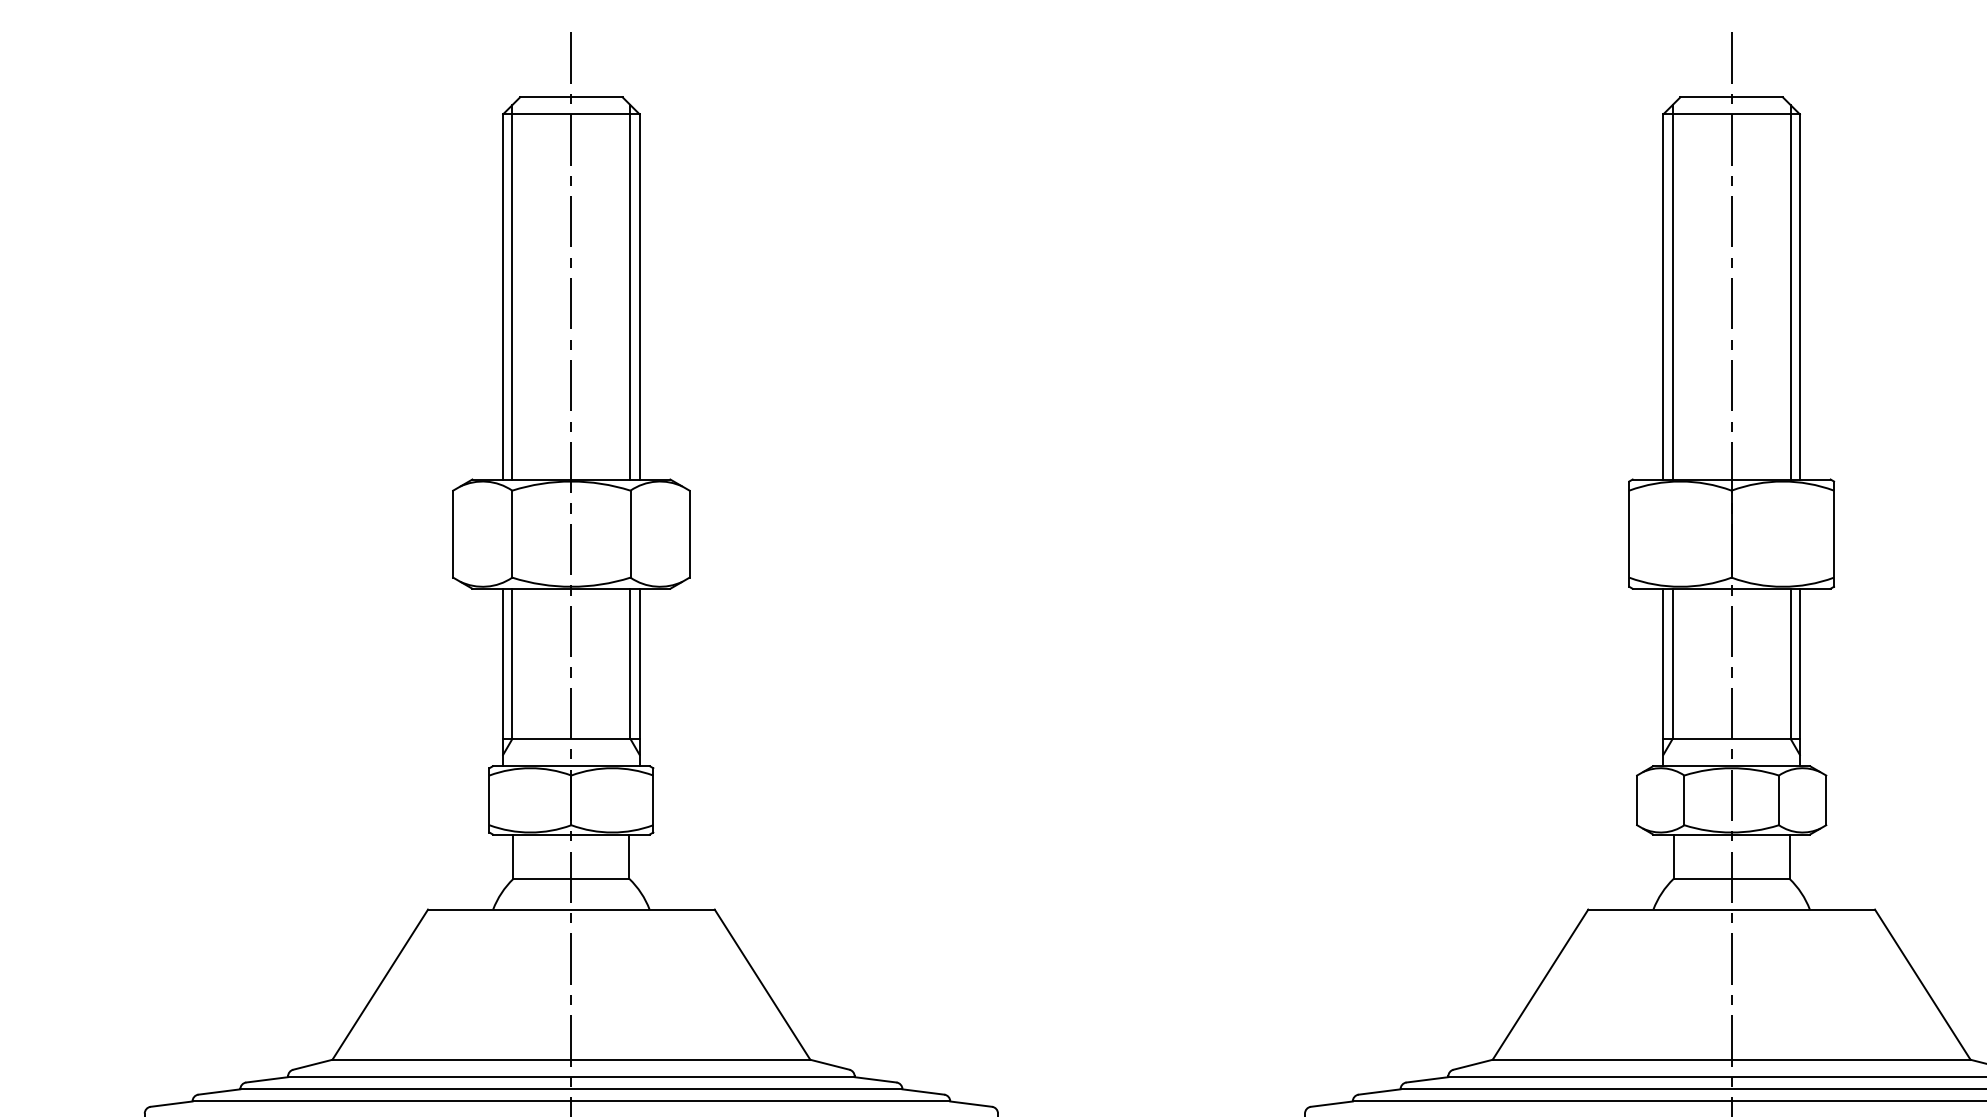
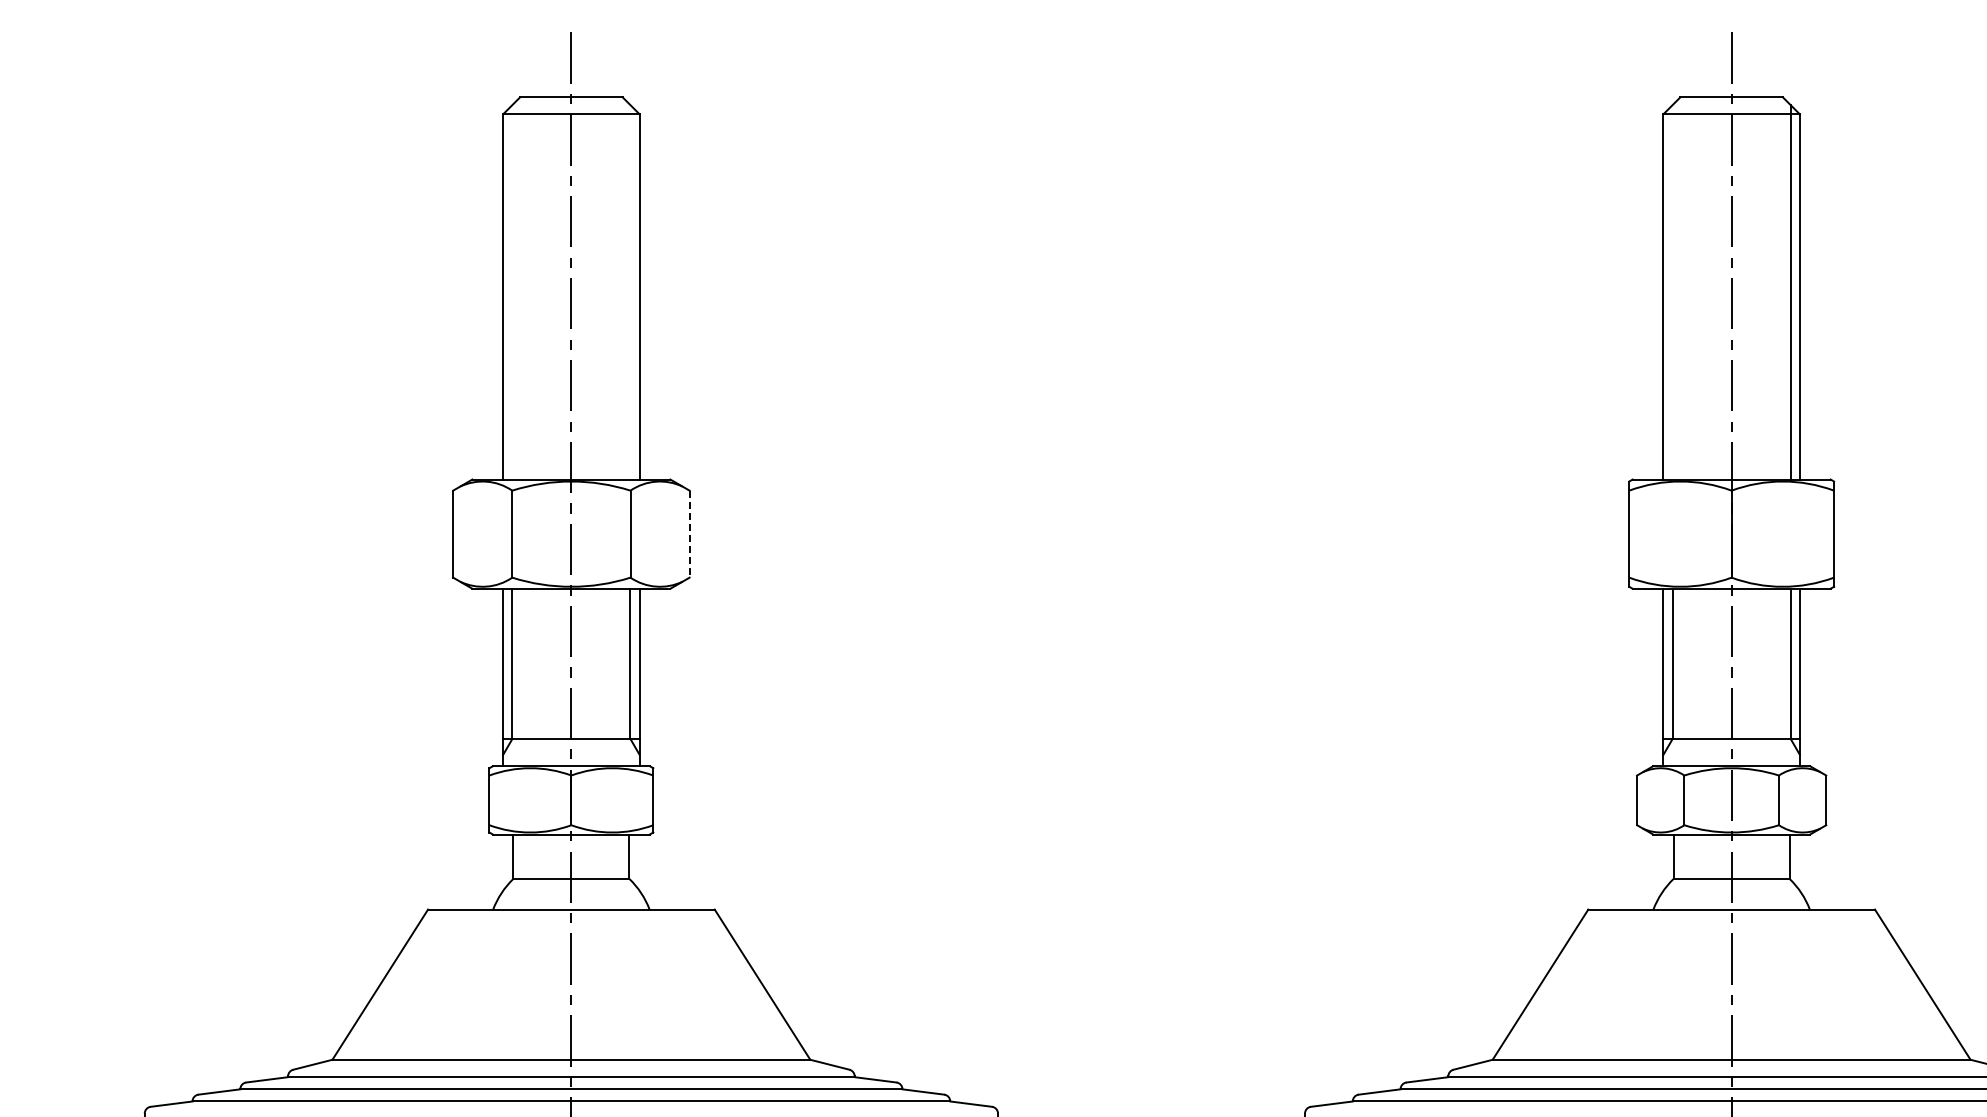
line at (512, 292): present -> none
line at (630, 292): present -> none
line at (1672, 292): present -> none
line at (689, 534): solid -> dashed
